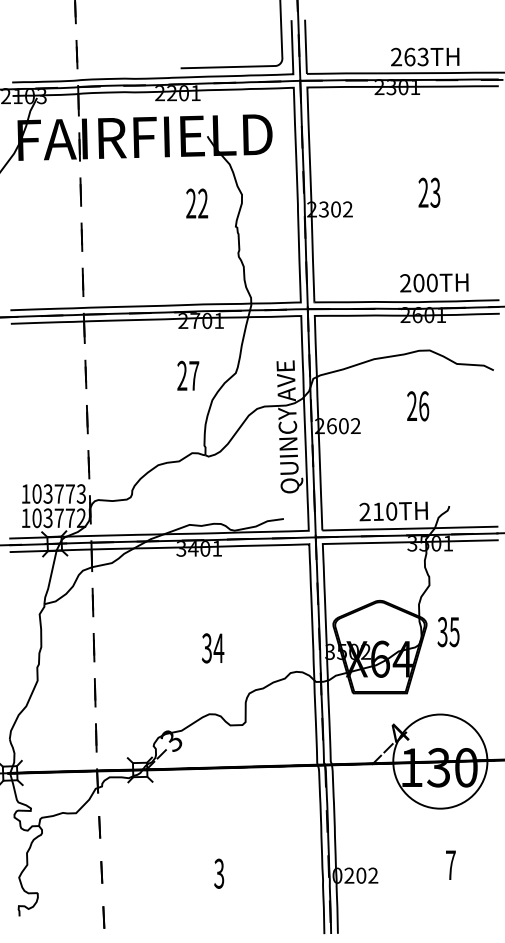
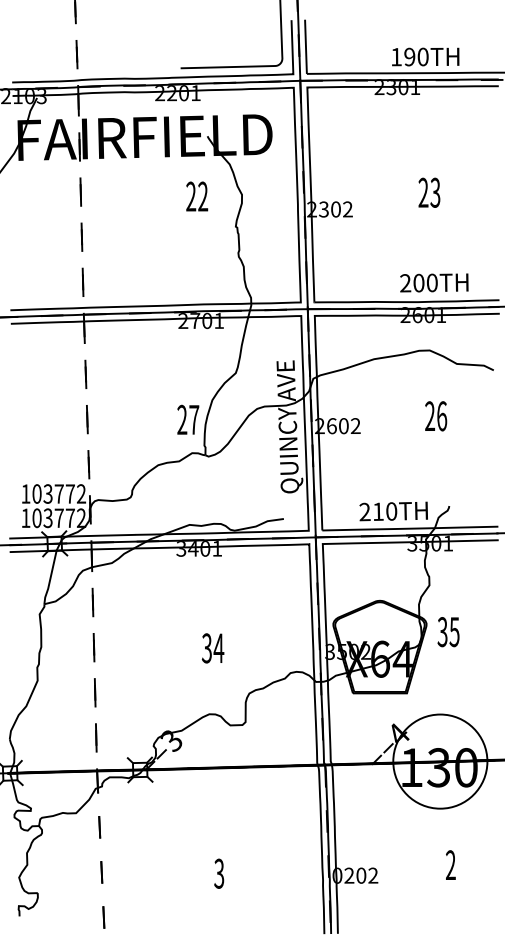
text at (409, 56): 263TH -> 190TH
text at (197, 203) position: (197, 203) -> (197, 196)
text at (188, 375) position: (188, 375) -> (188, 419)
text at (418, 406) position: (418, 406) -> (436, 416)
text at (81, 493): 103773 -> 103772
text at (450, 864): 7 -> 2
